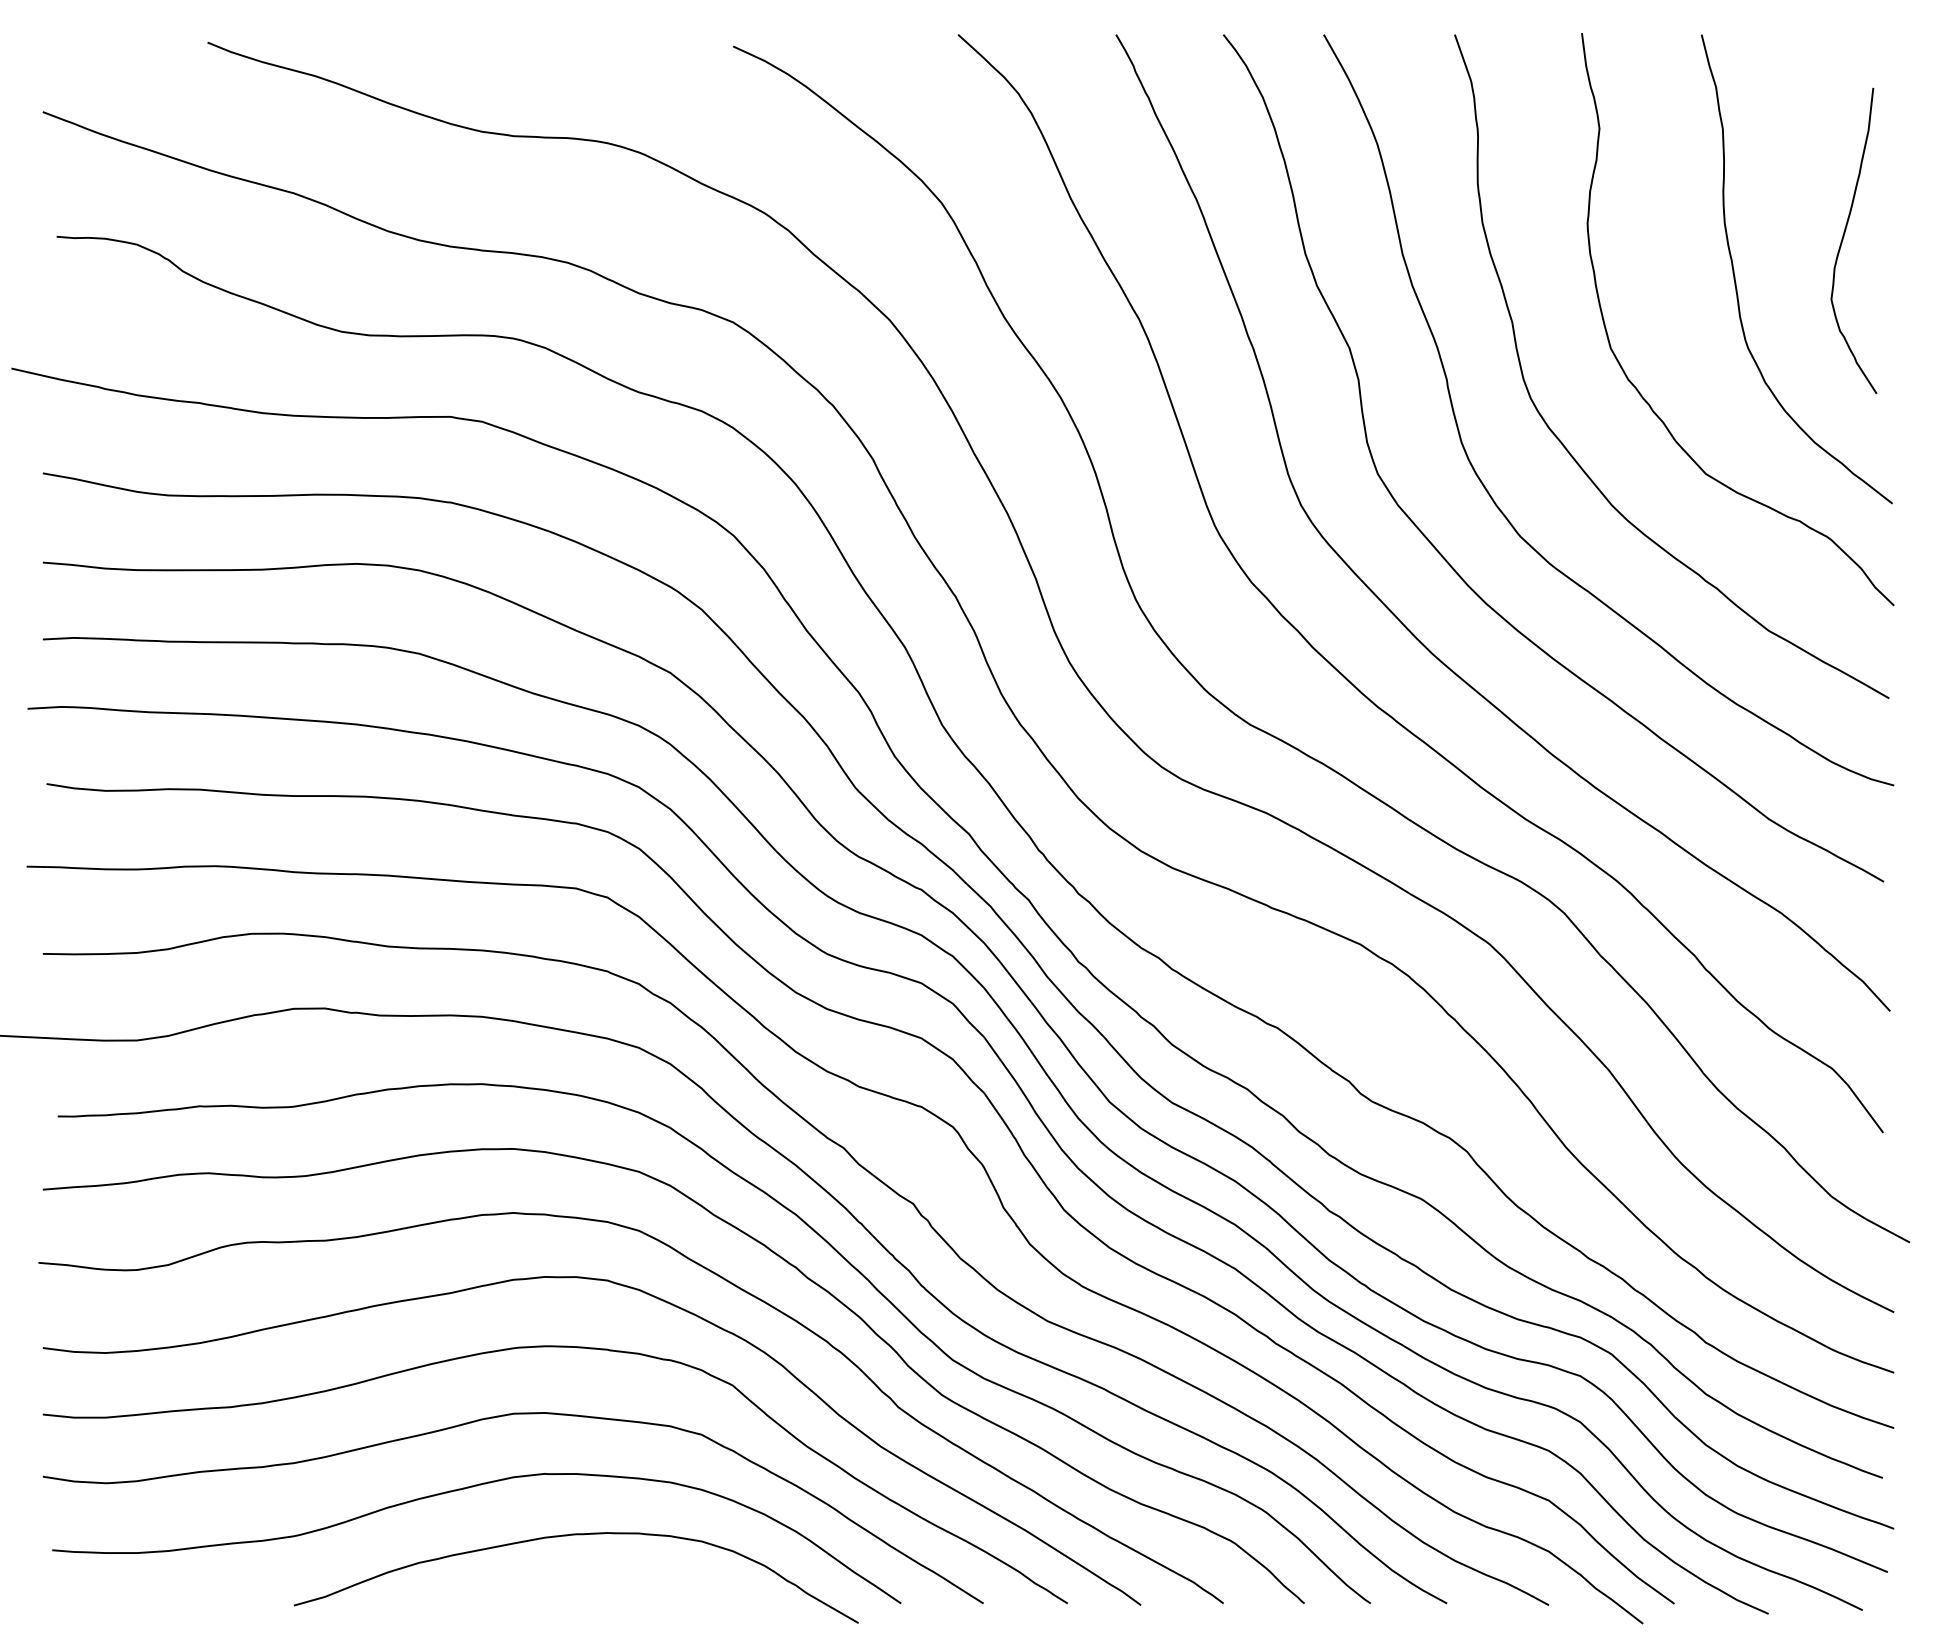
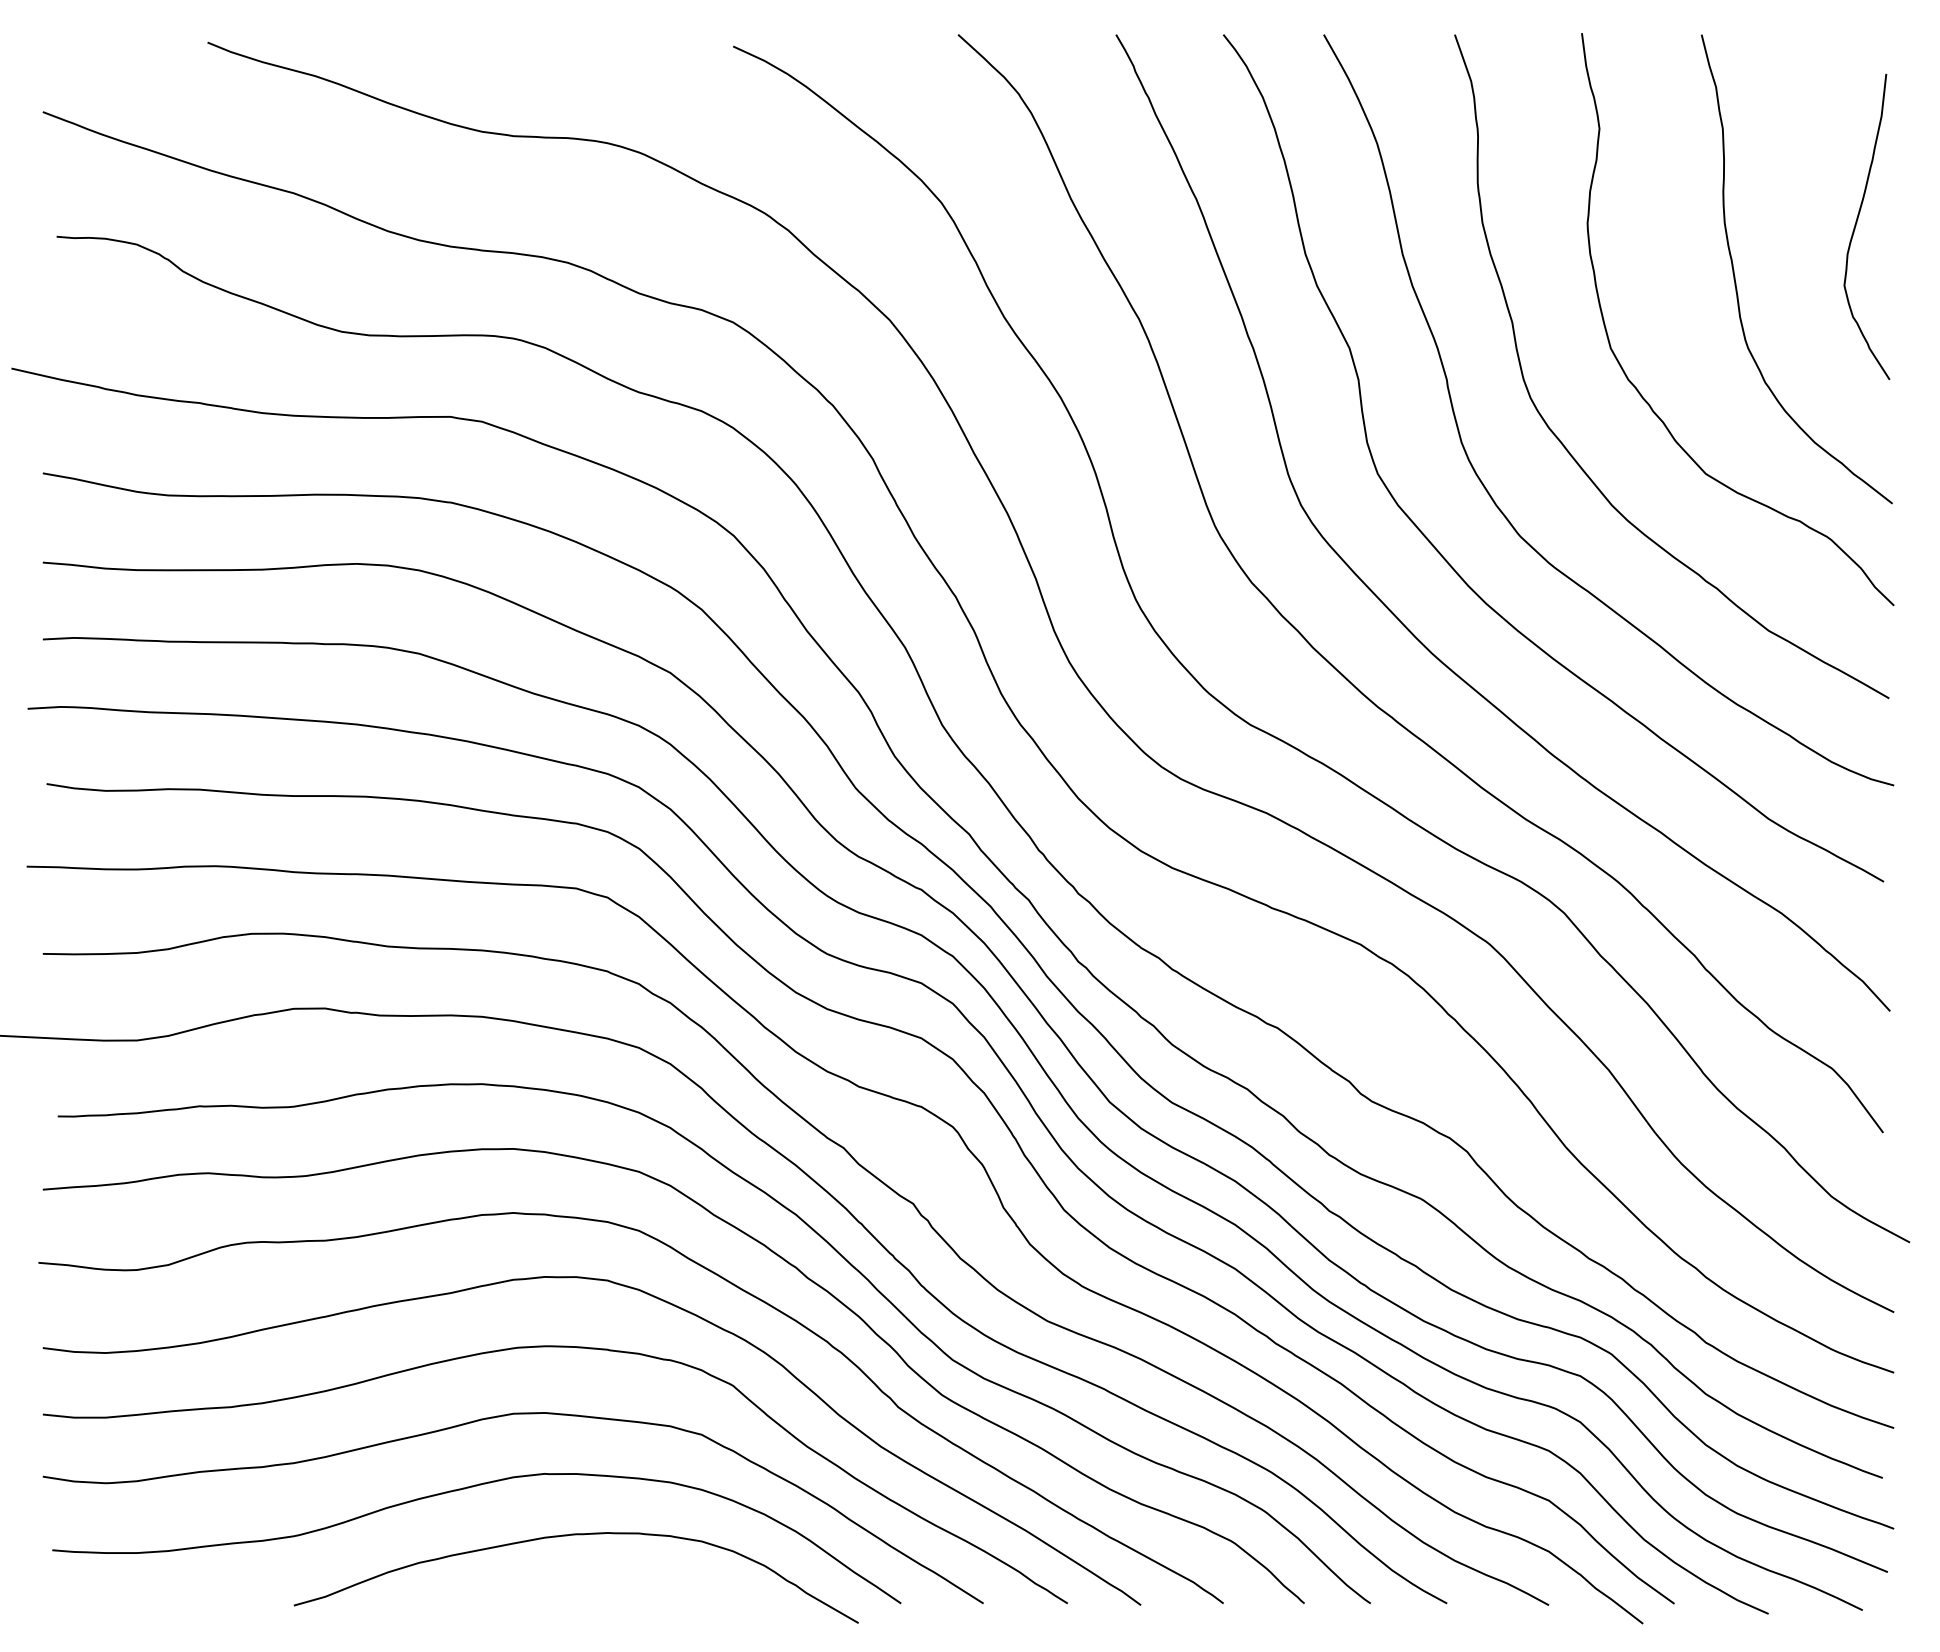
curve at (1844, 236) position: (1844, 236) -> (1857, 222)
